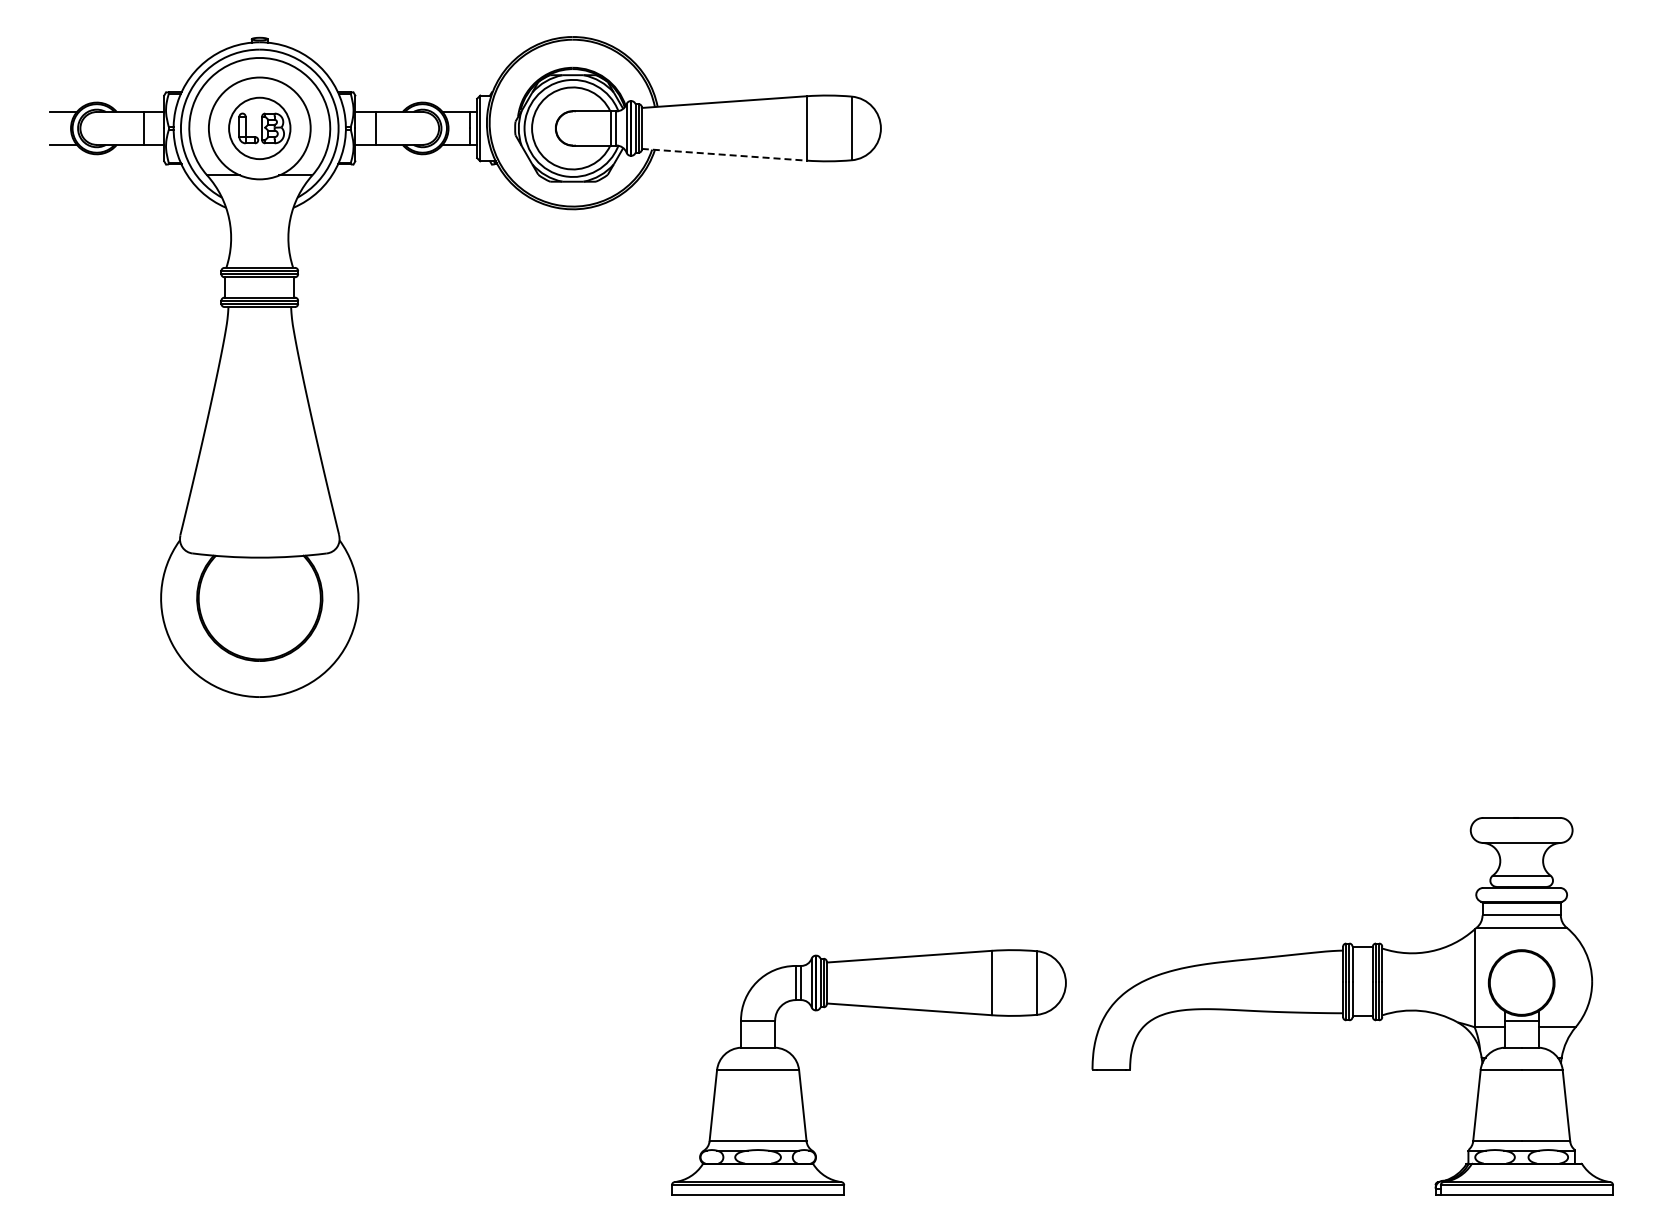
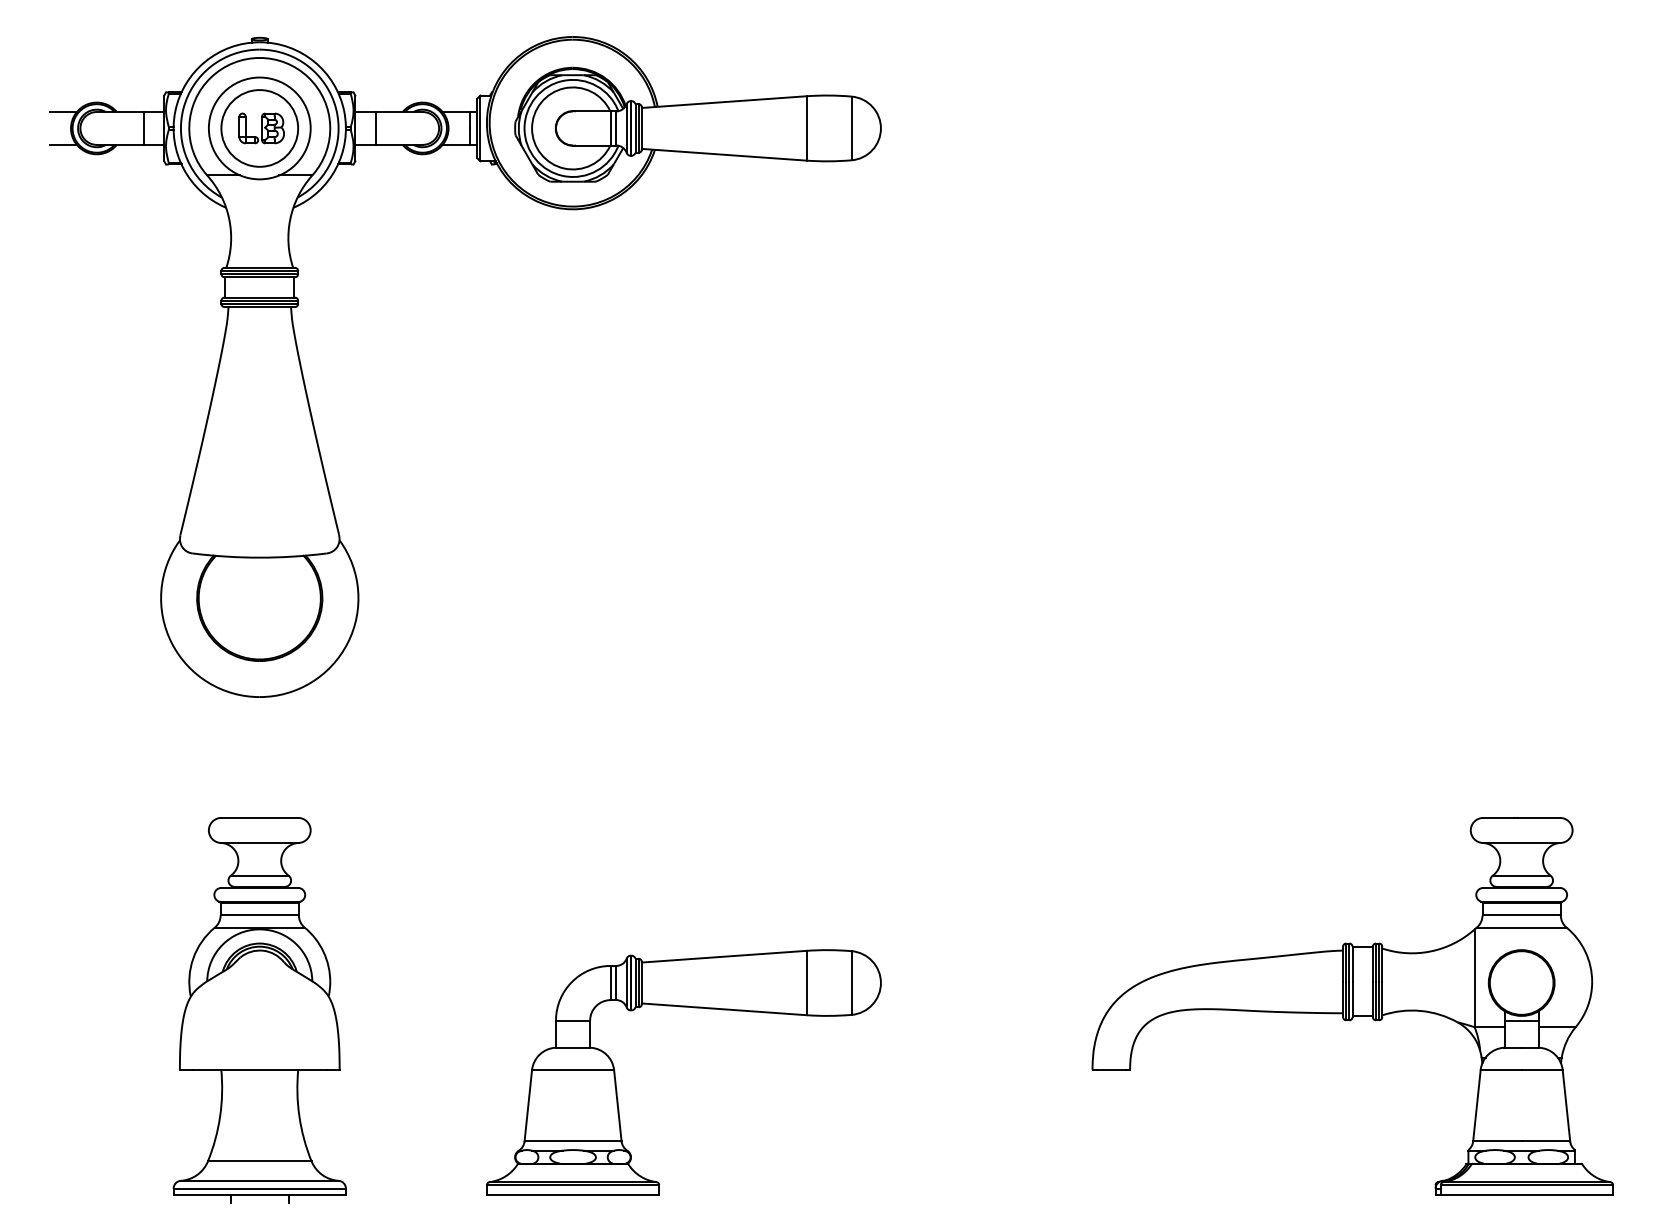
circle at (259, 128) diameter: 61 px -> 77 px
line at (724, 154): dashed -> solid
part at (878, 1008) position: (878, 1008) -> (693, 1008)
part at (259, 1010): none -> present
